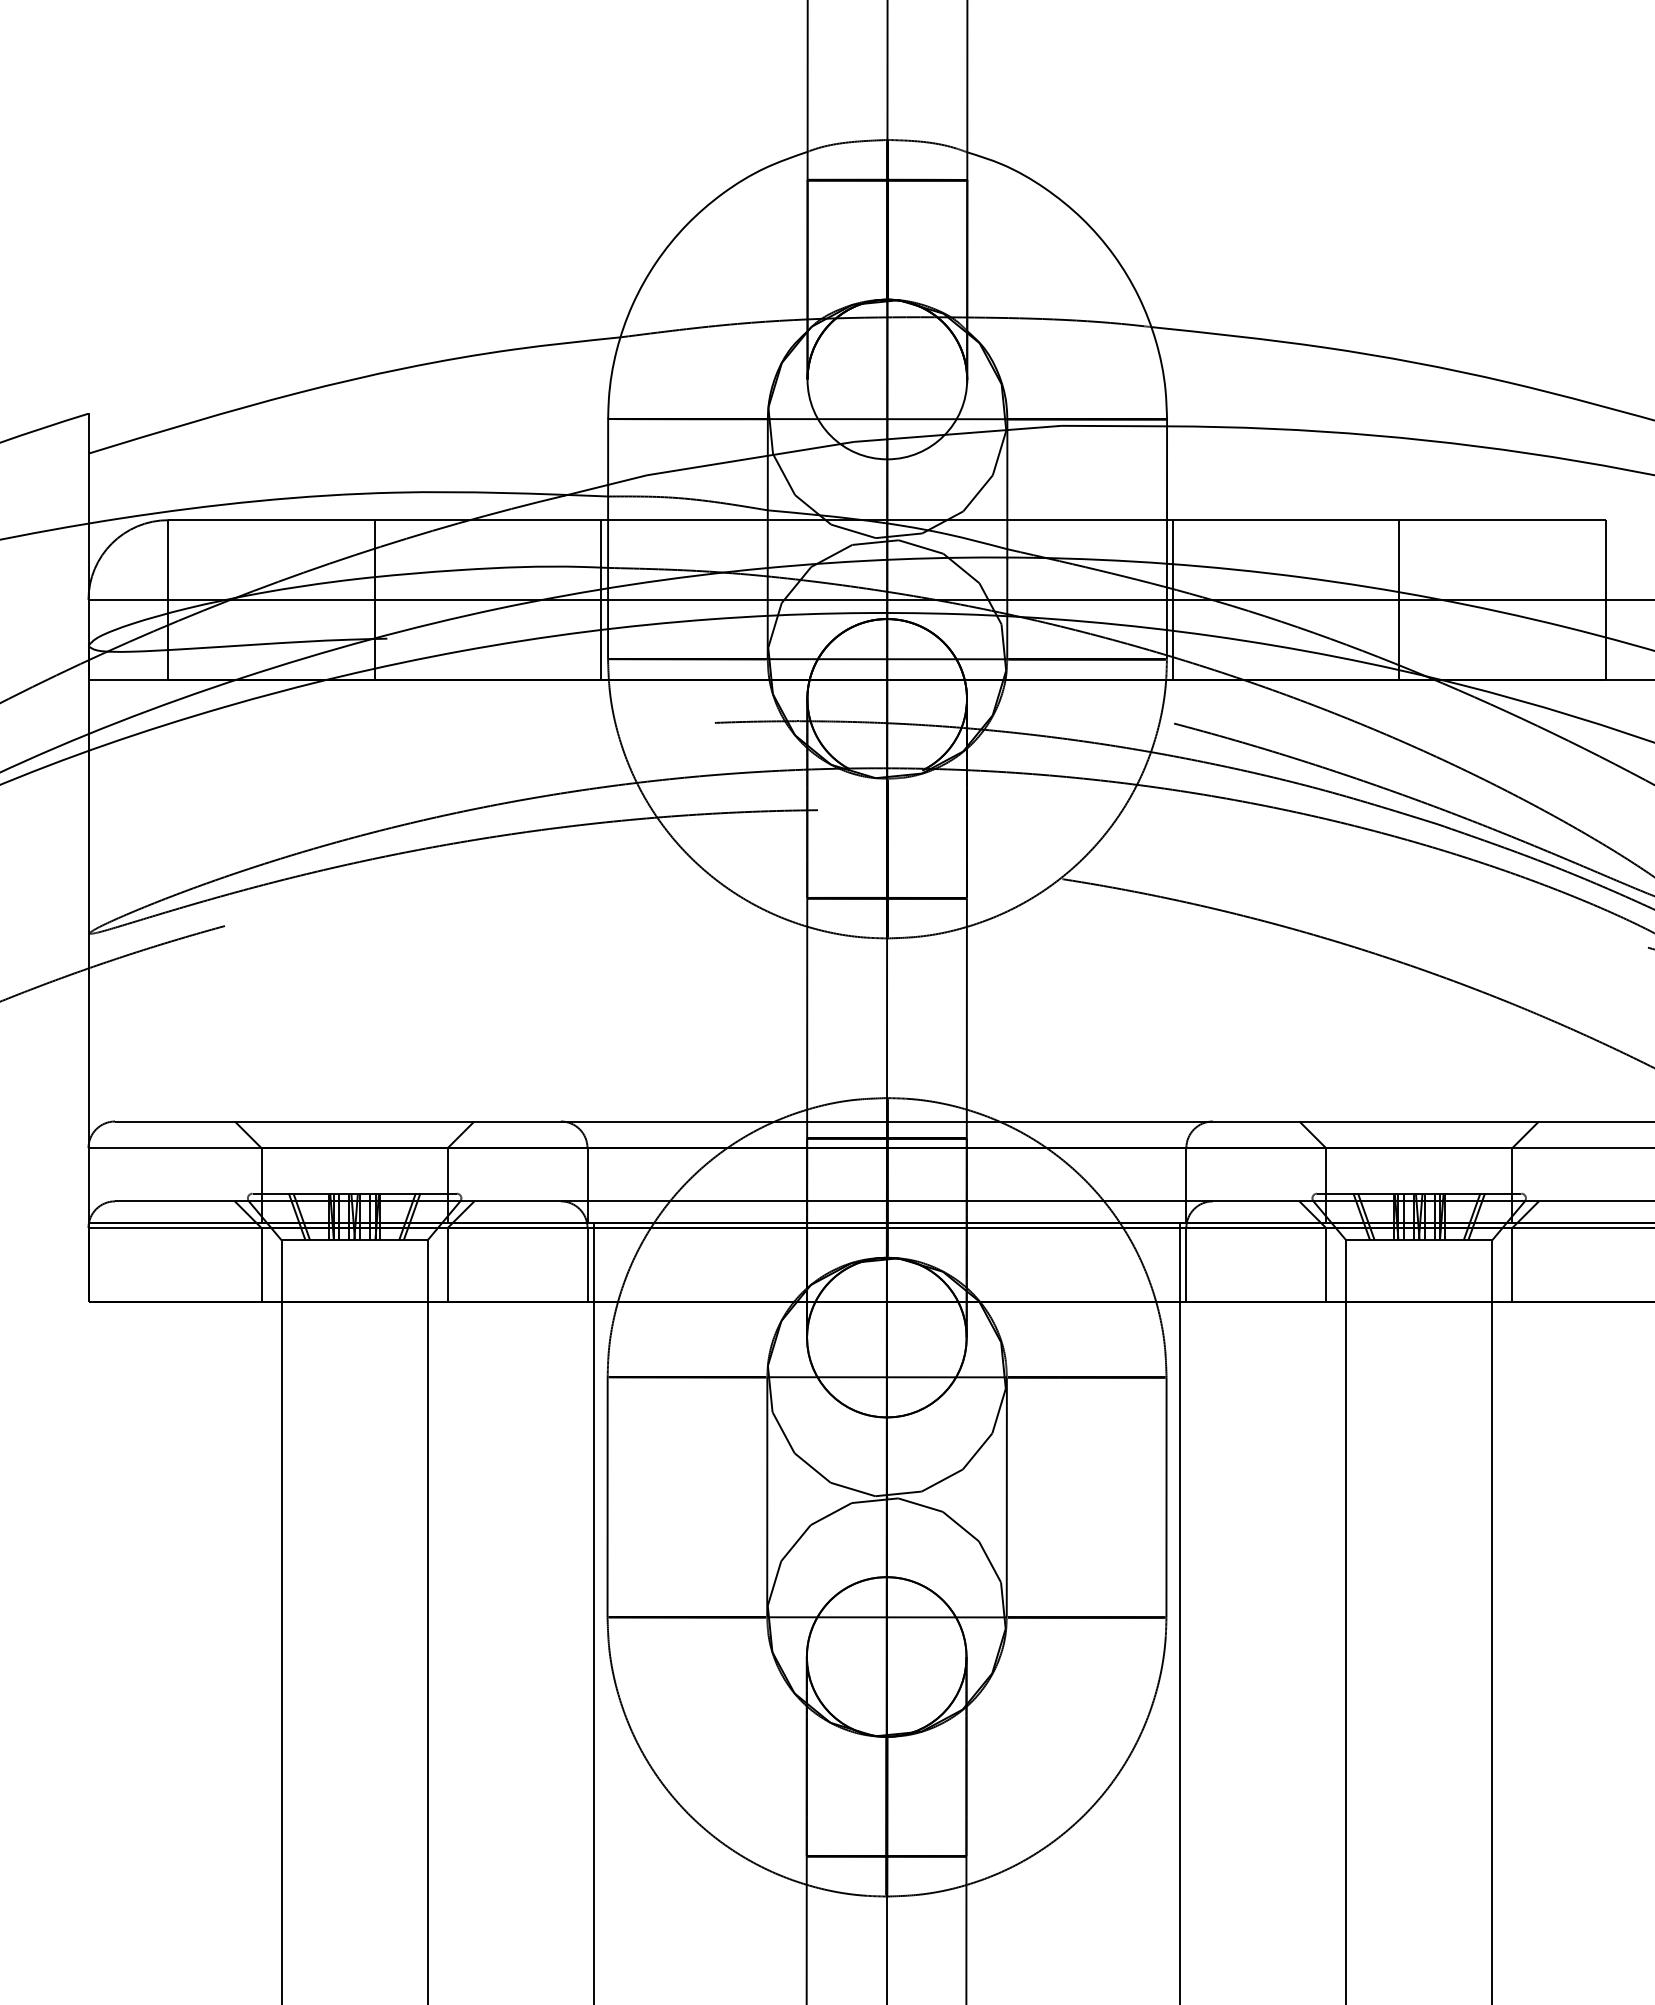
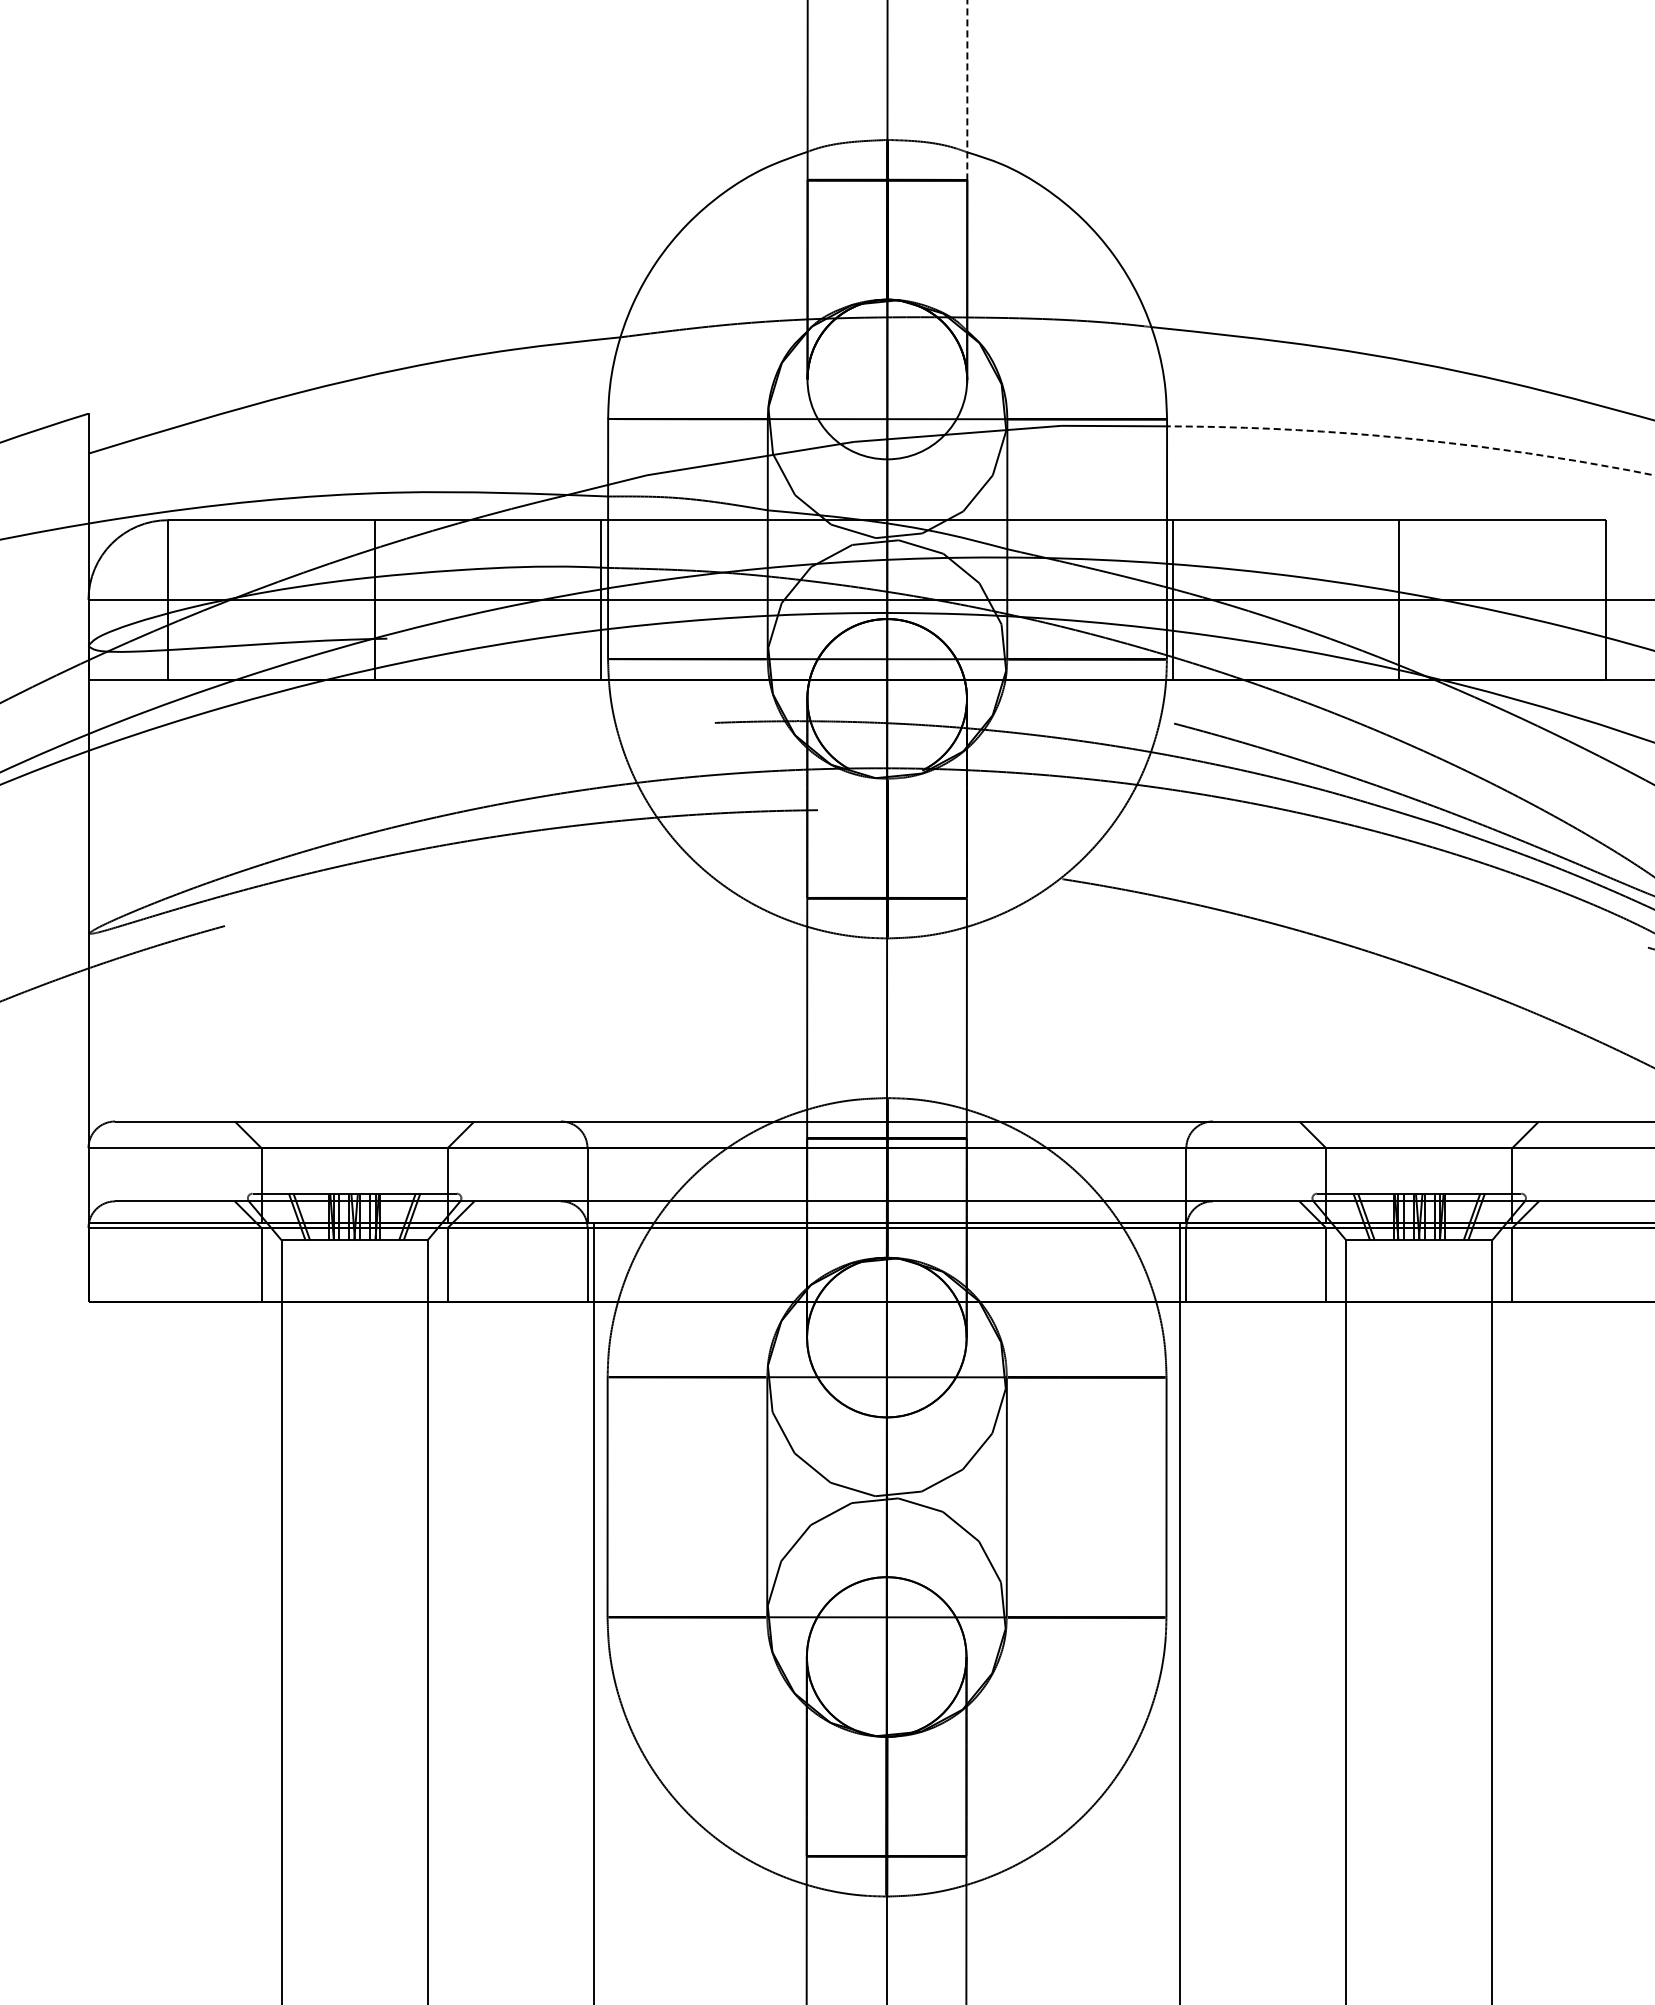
line at (967, 89): solid -> dashed
arc at (1412, 439): solid -> dashed
